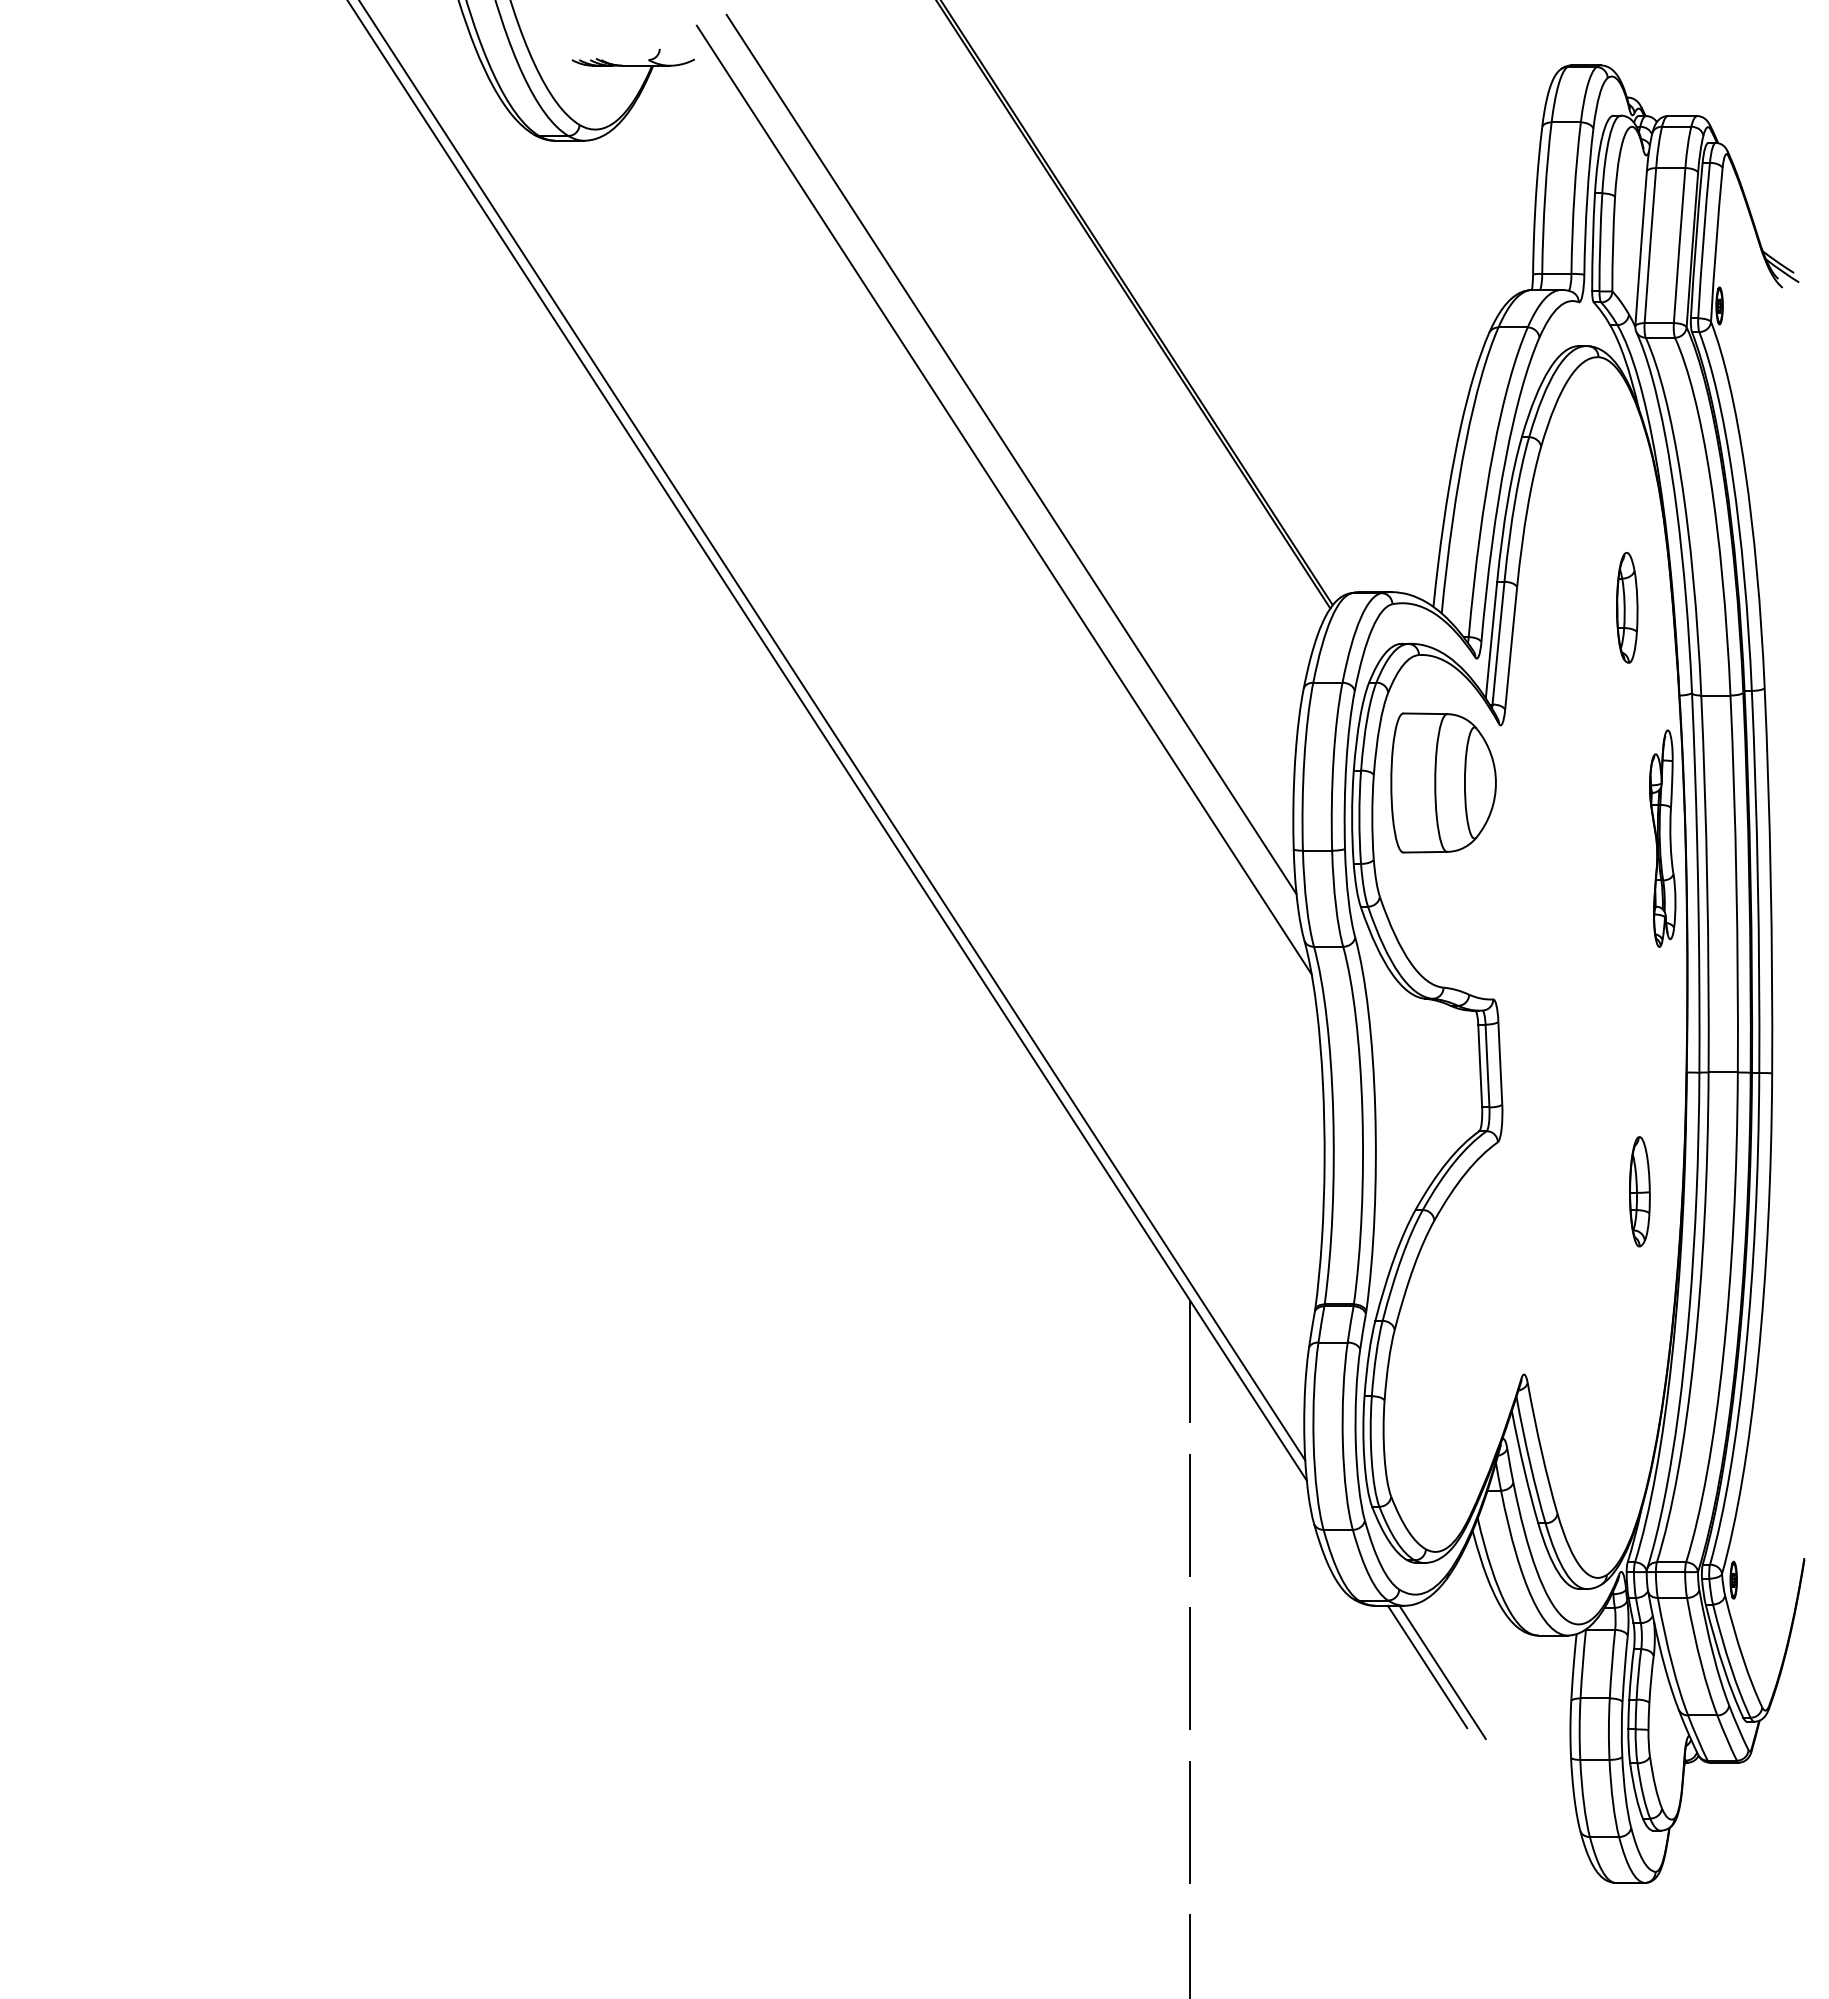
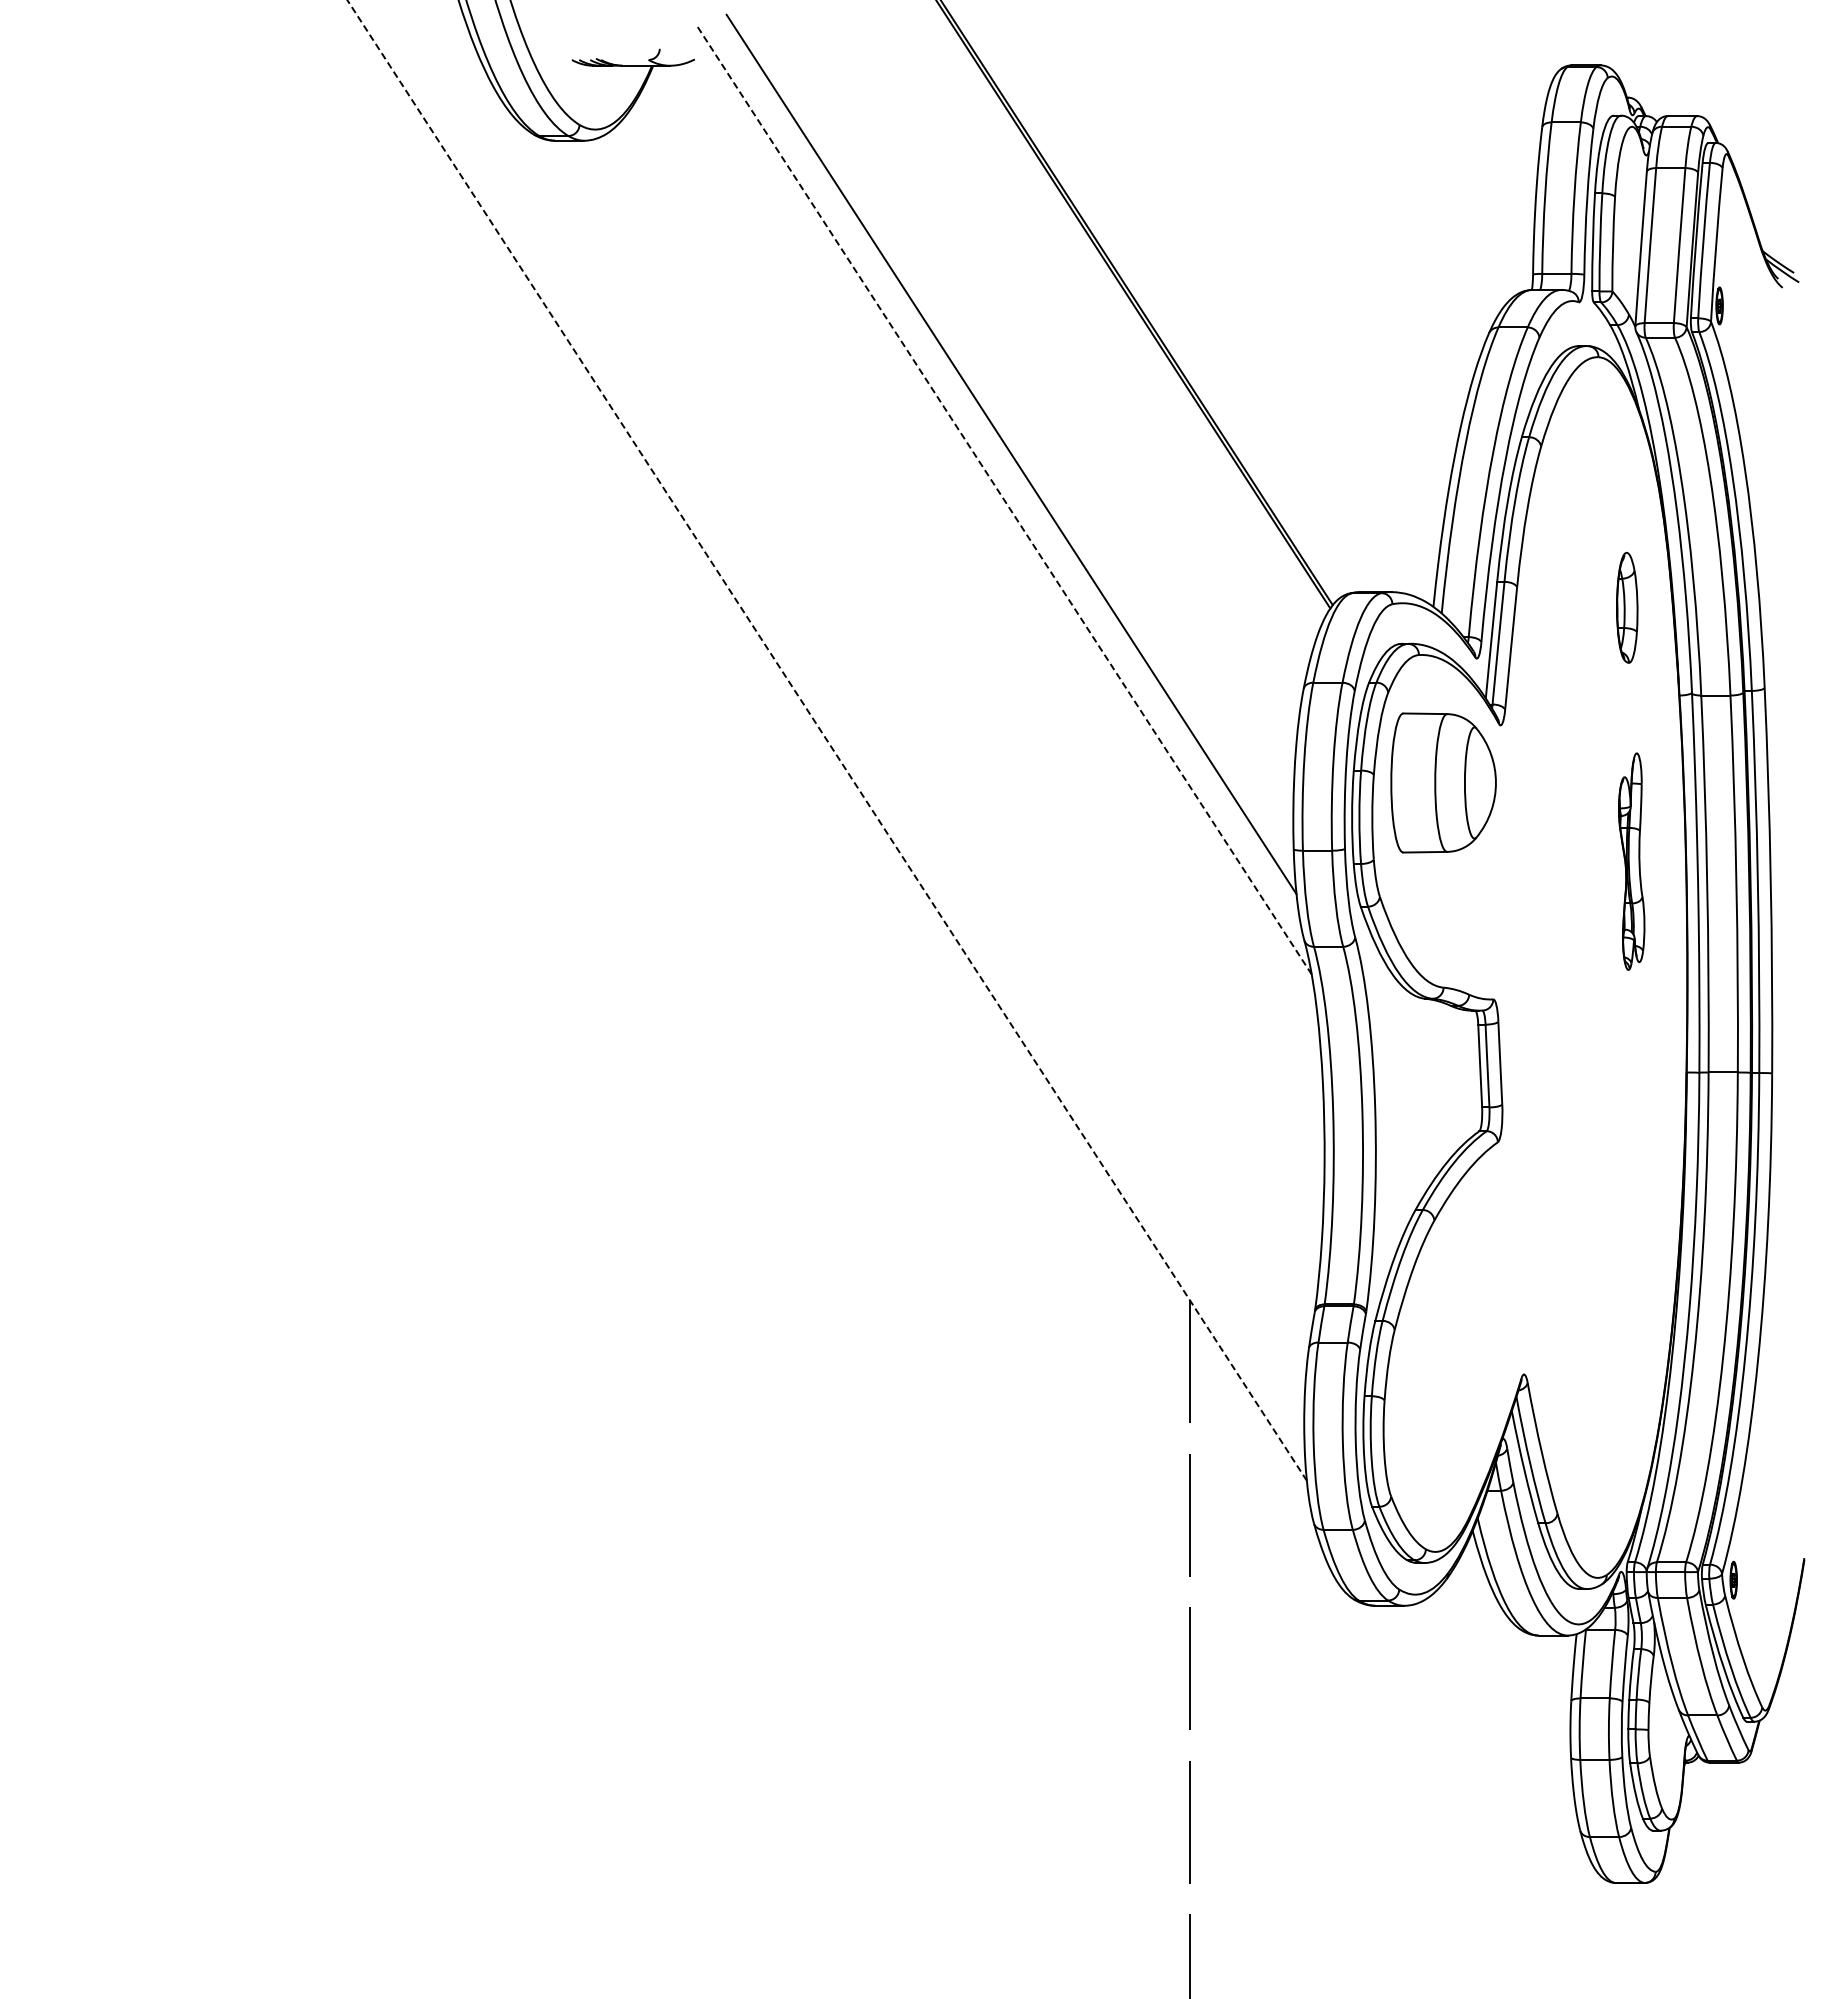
line at (1004, 499): solid -> dashed
line at (832, 731): present -> none
line at (826, 739): solid -> dashed
part at (1662, 838) position: (1662, 838) -> (1631, 861)
part at (1639, 1191): present -> none
line at (1427, 1666): present -> none
line at (1442, 1672): present -> none
